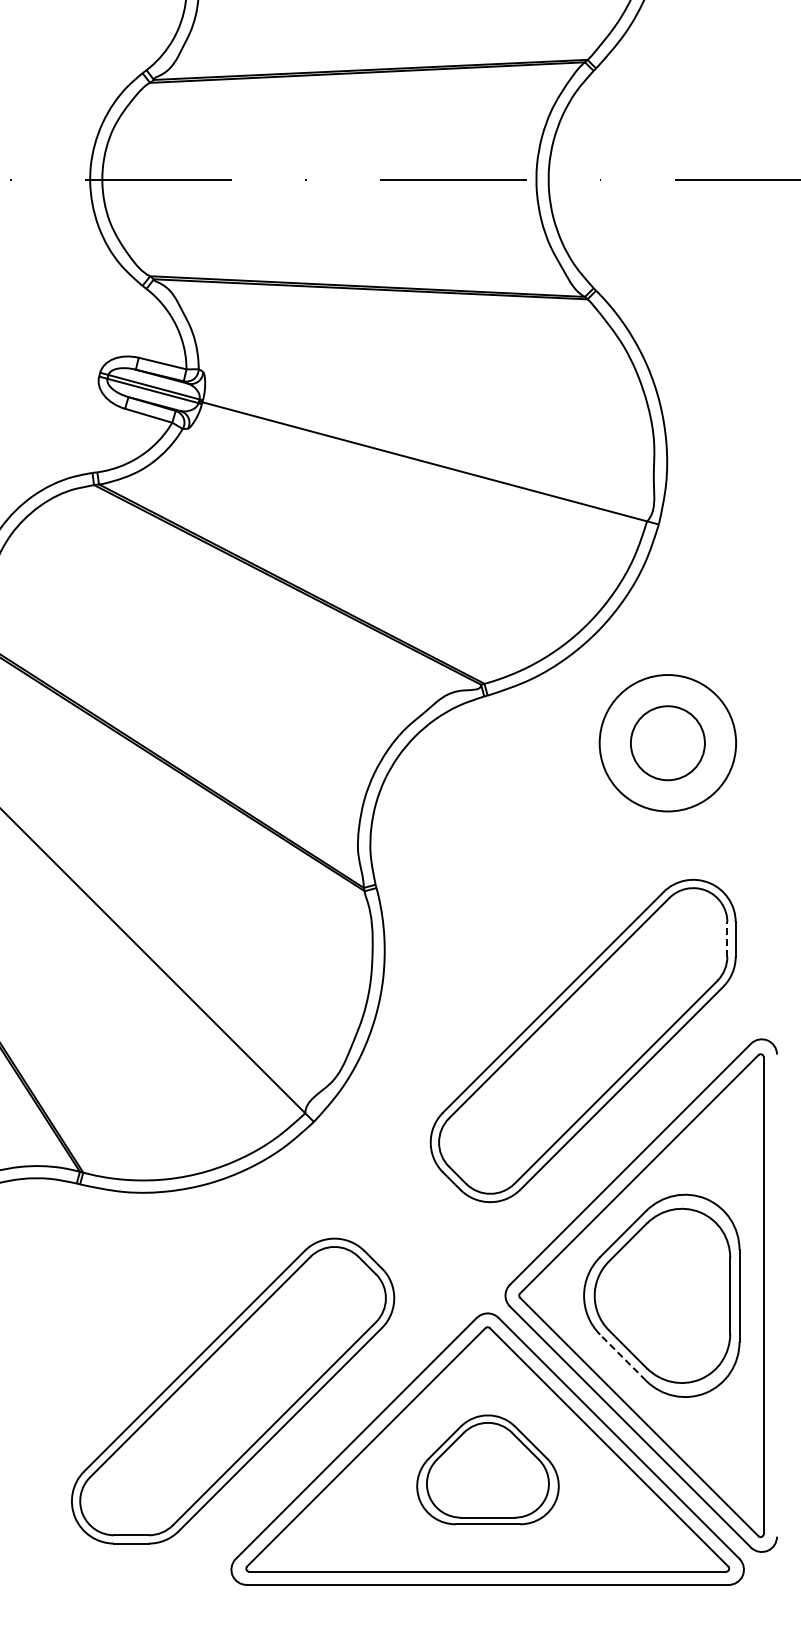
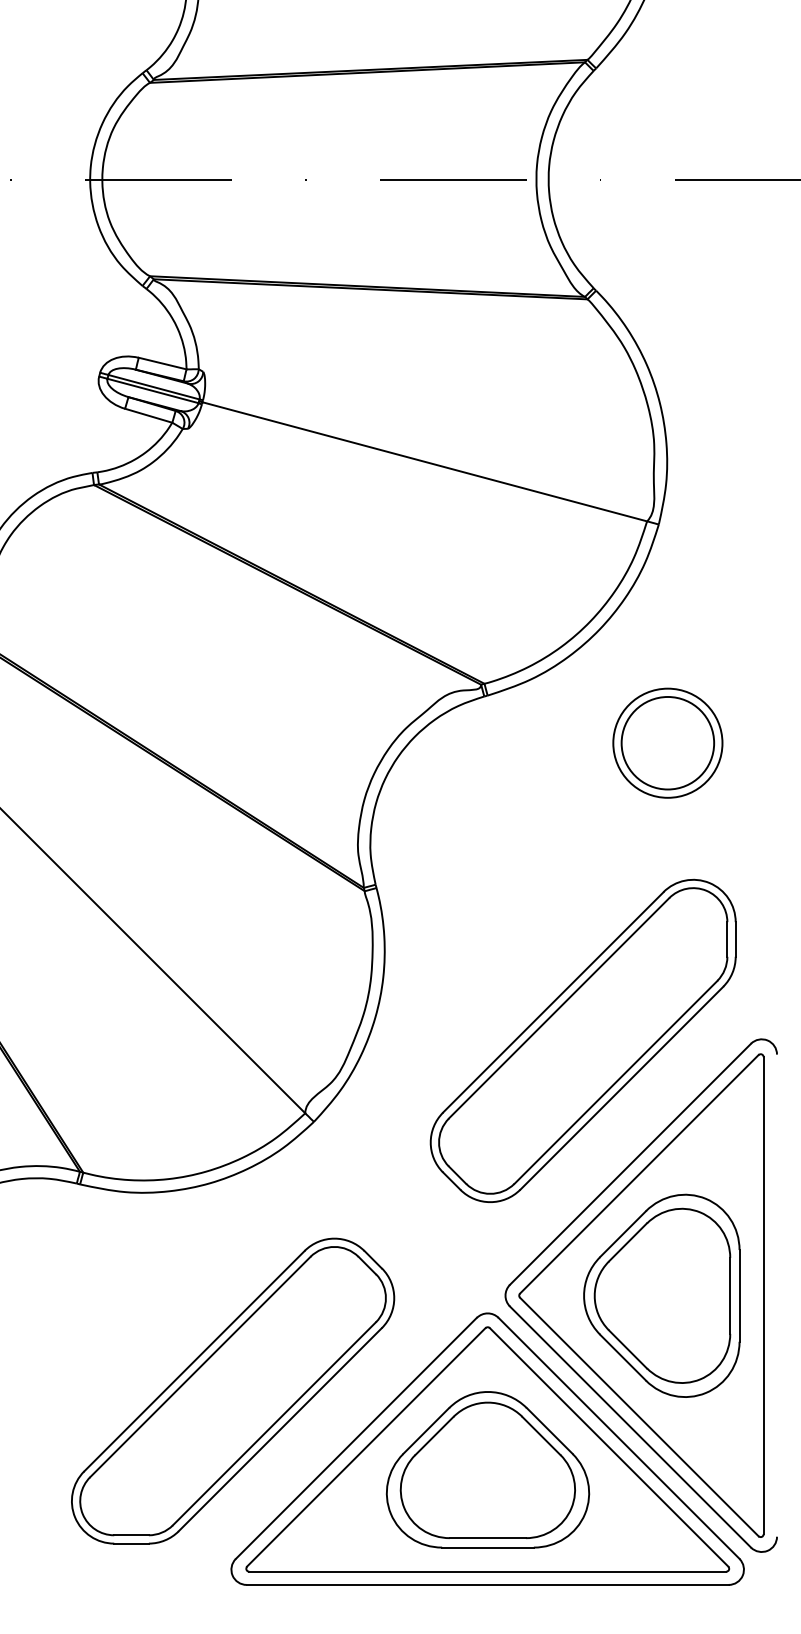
circle at (667, 743) diameter: 136 px -> 109 px
circle at (667, 743) diameter: 74 px -> 93 px
line at (727, 938): dashed -> solid
line at (622, 1357): dashed -> solid
part at (487, 1469) size: 144x112 px -> 206x158 px
